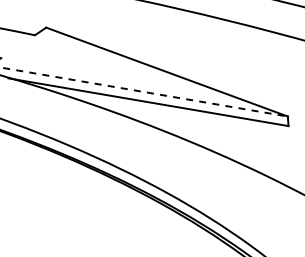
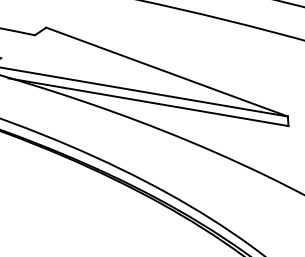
line at (144, 92): dashed -> solid
